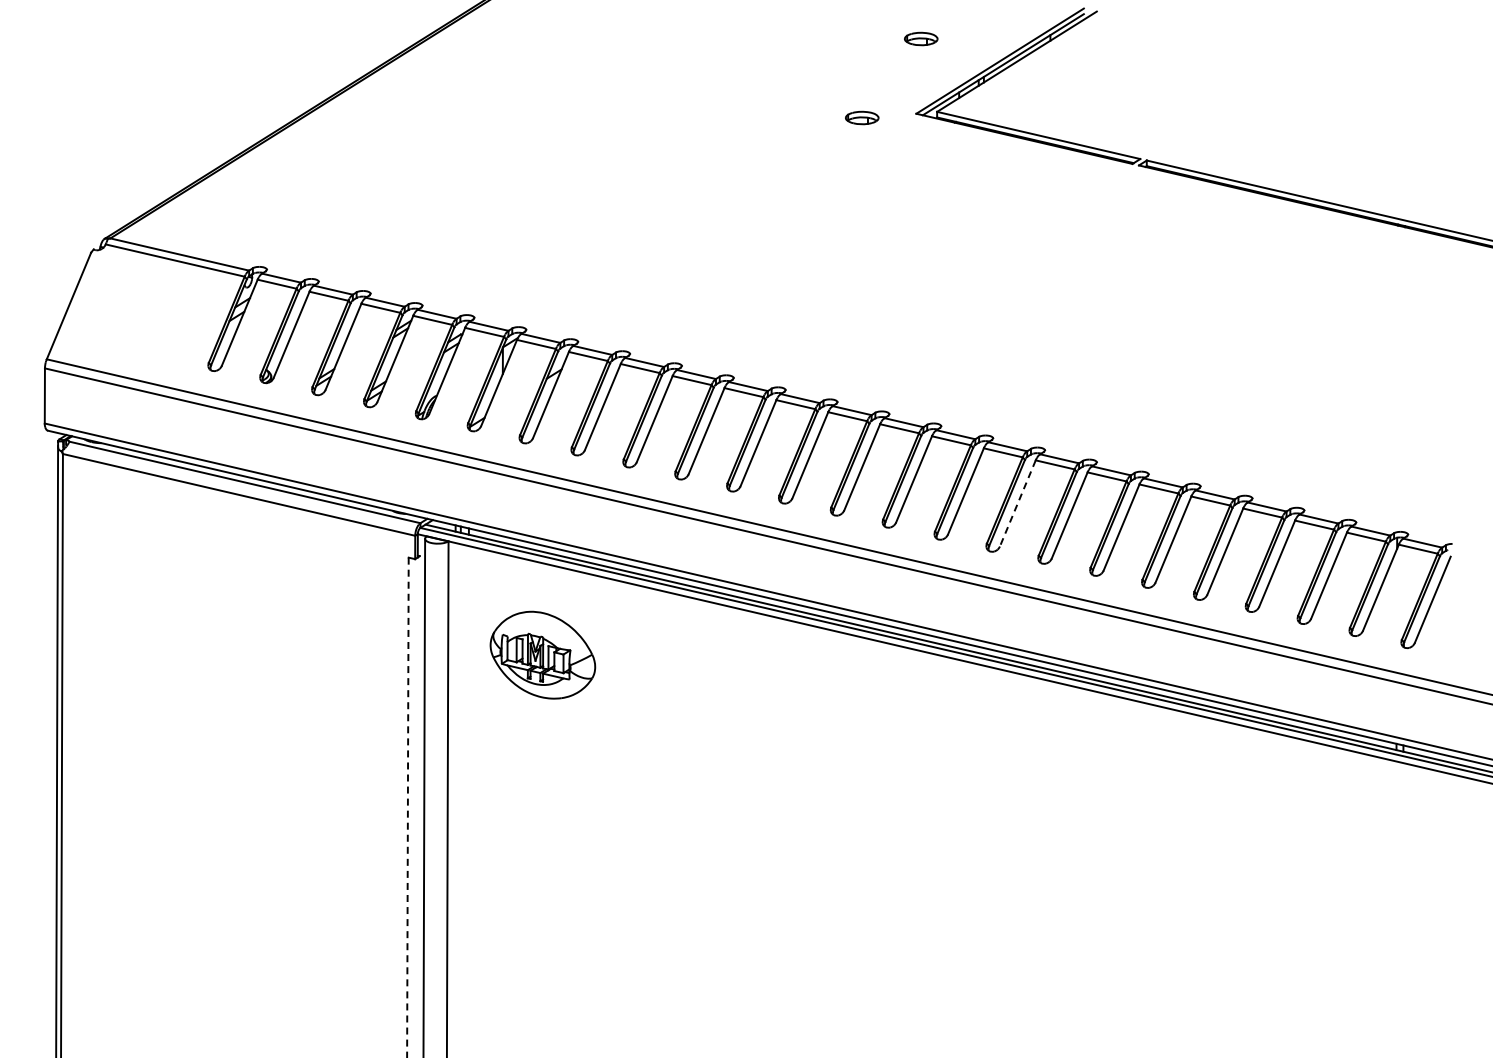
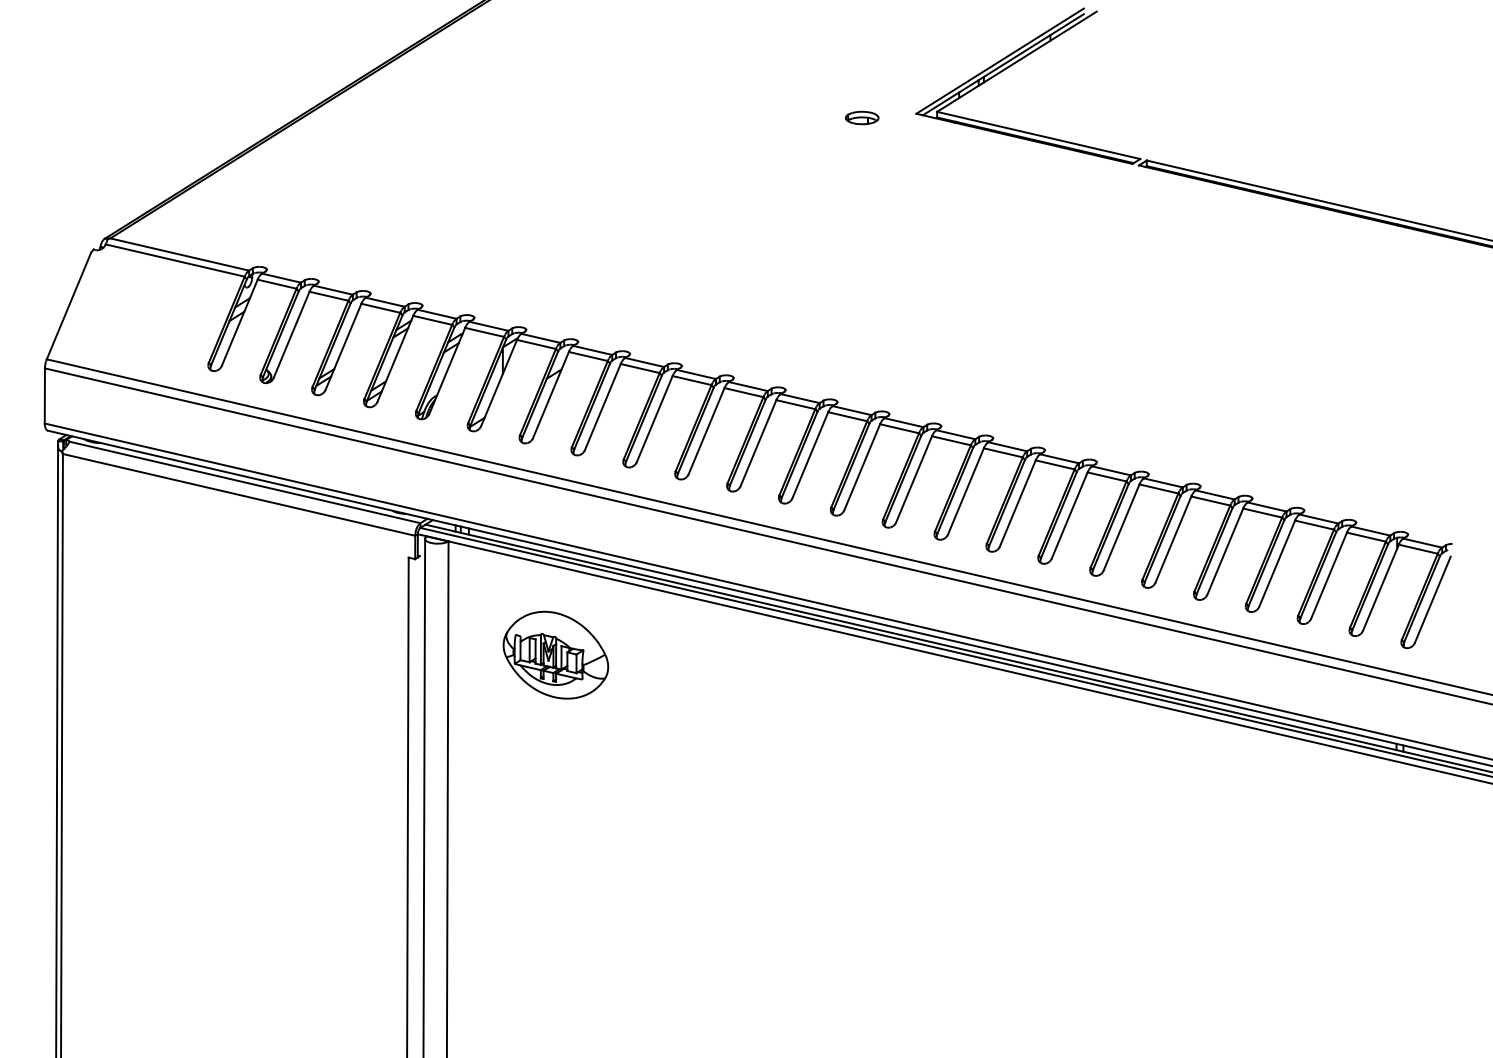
part at (921, 38): present -> none
line at (1017, 503): dashed -> solid
part at (542, 654) position: (542, 654) -> (555, 654)
line at (407, 807): dashed -> solid
